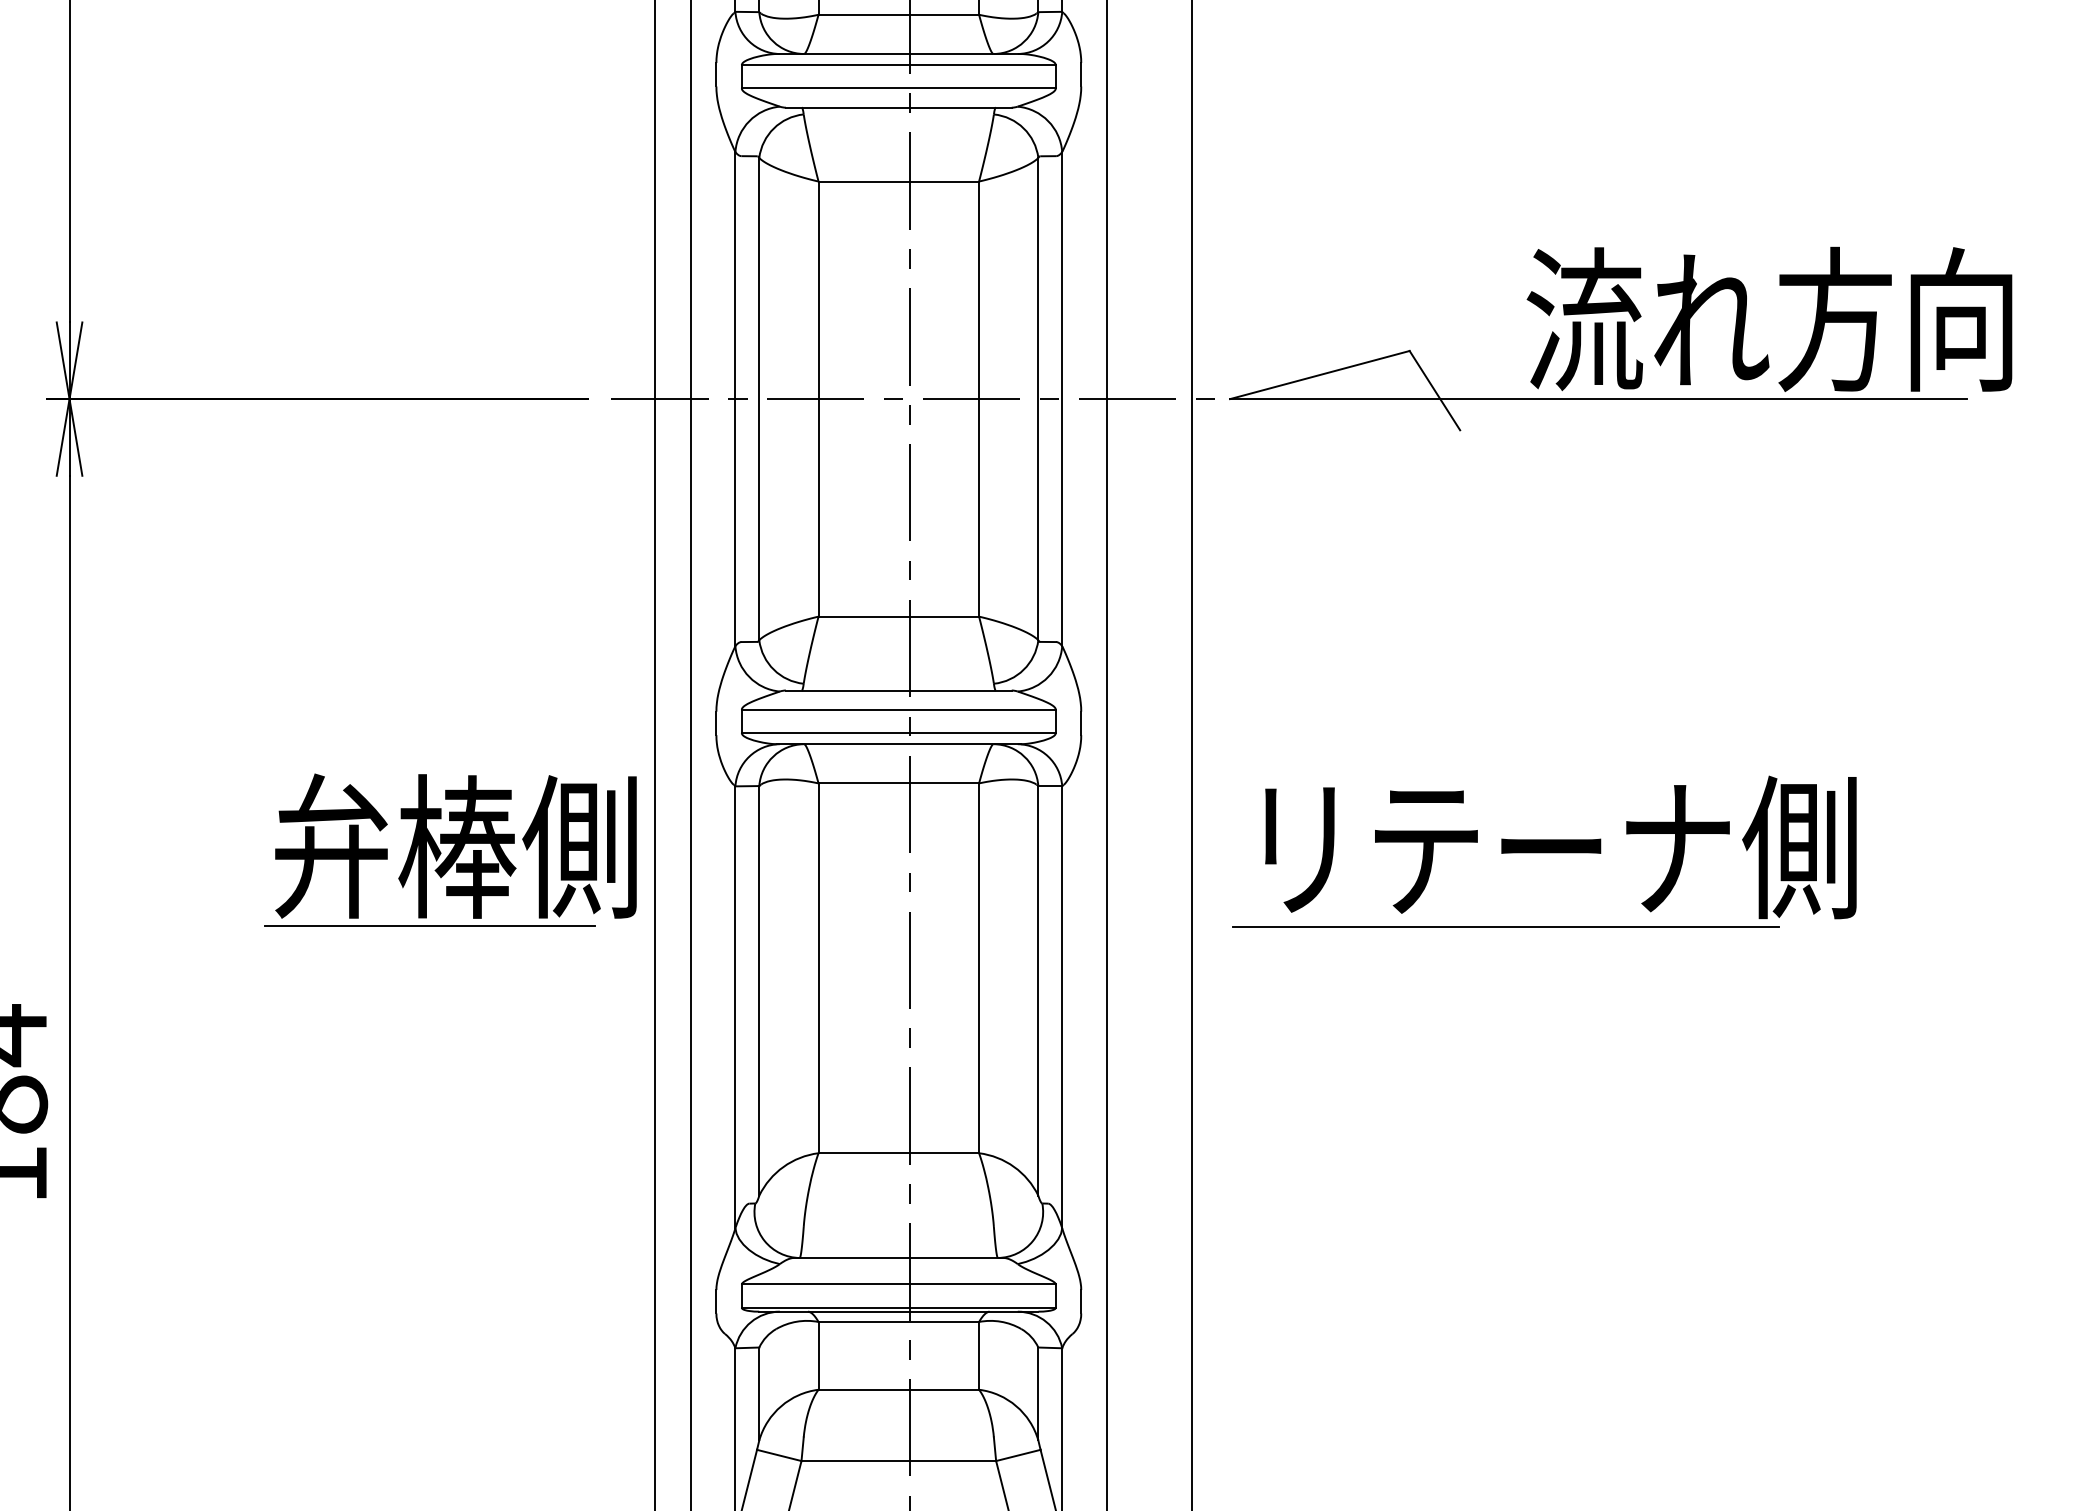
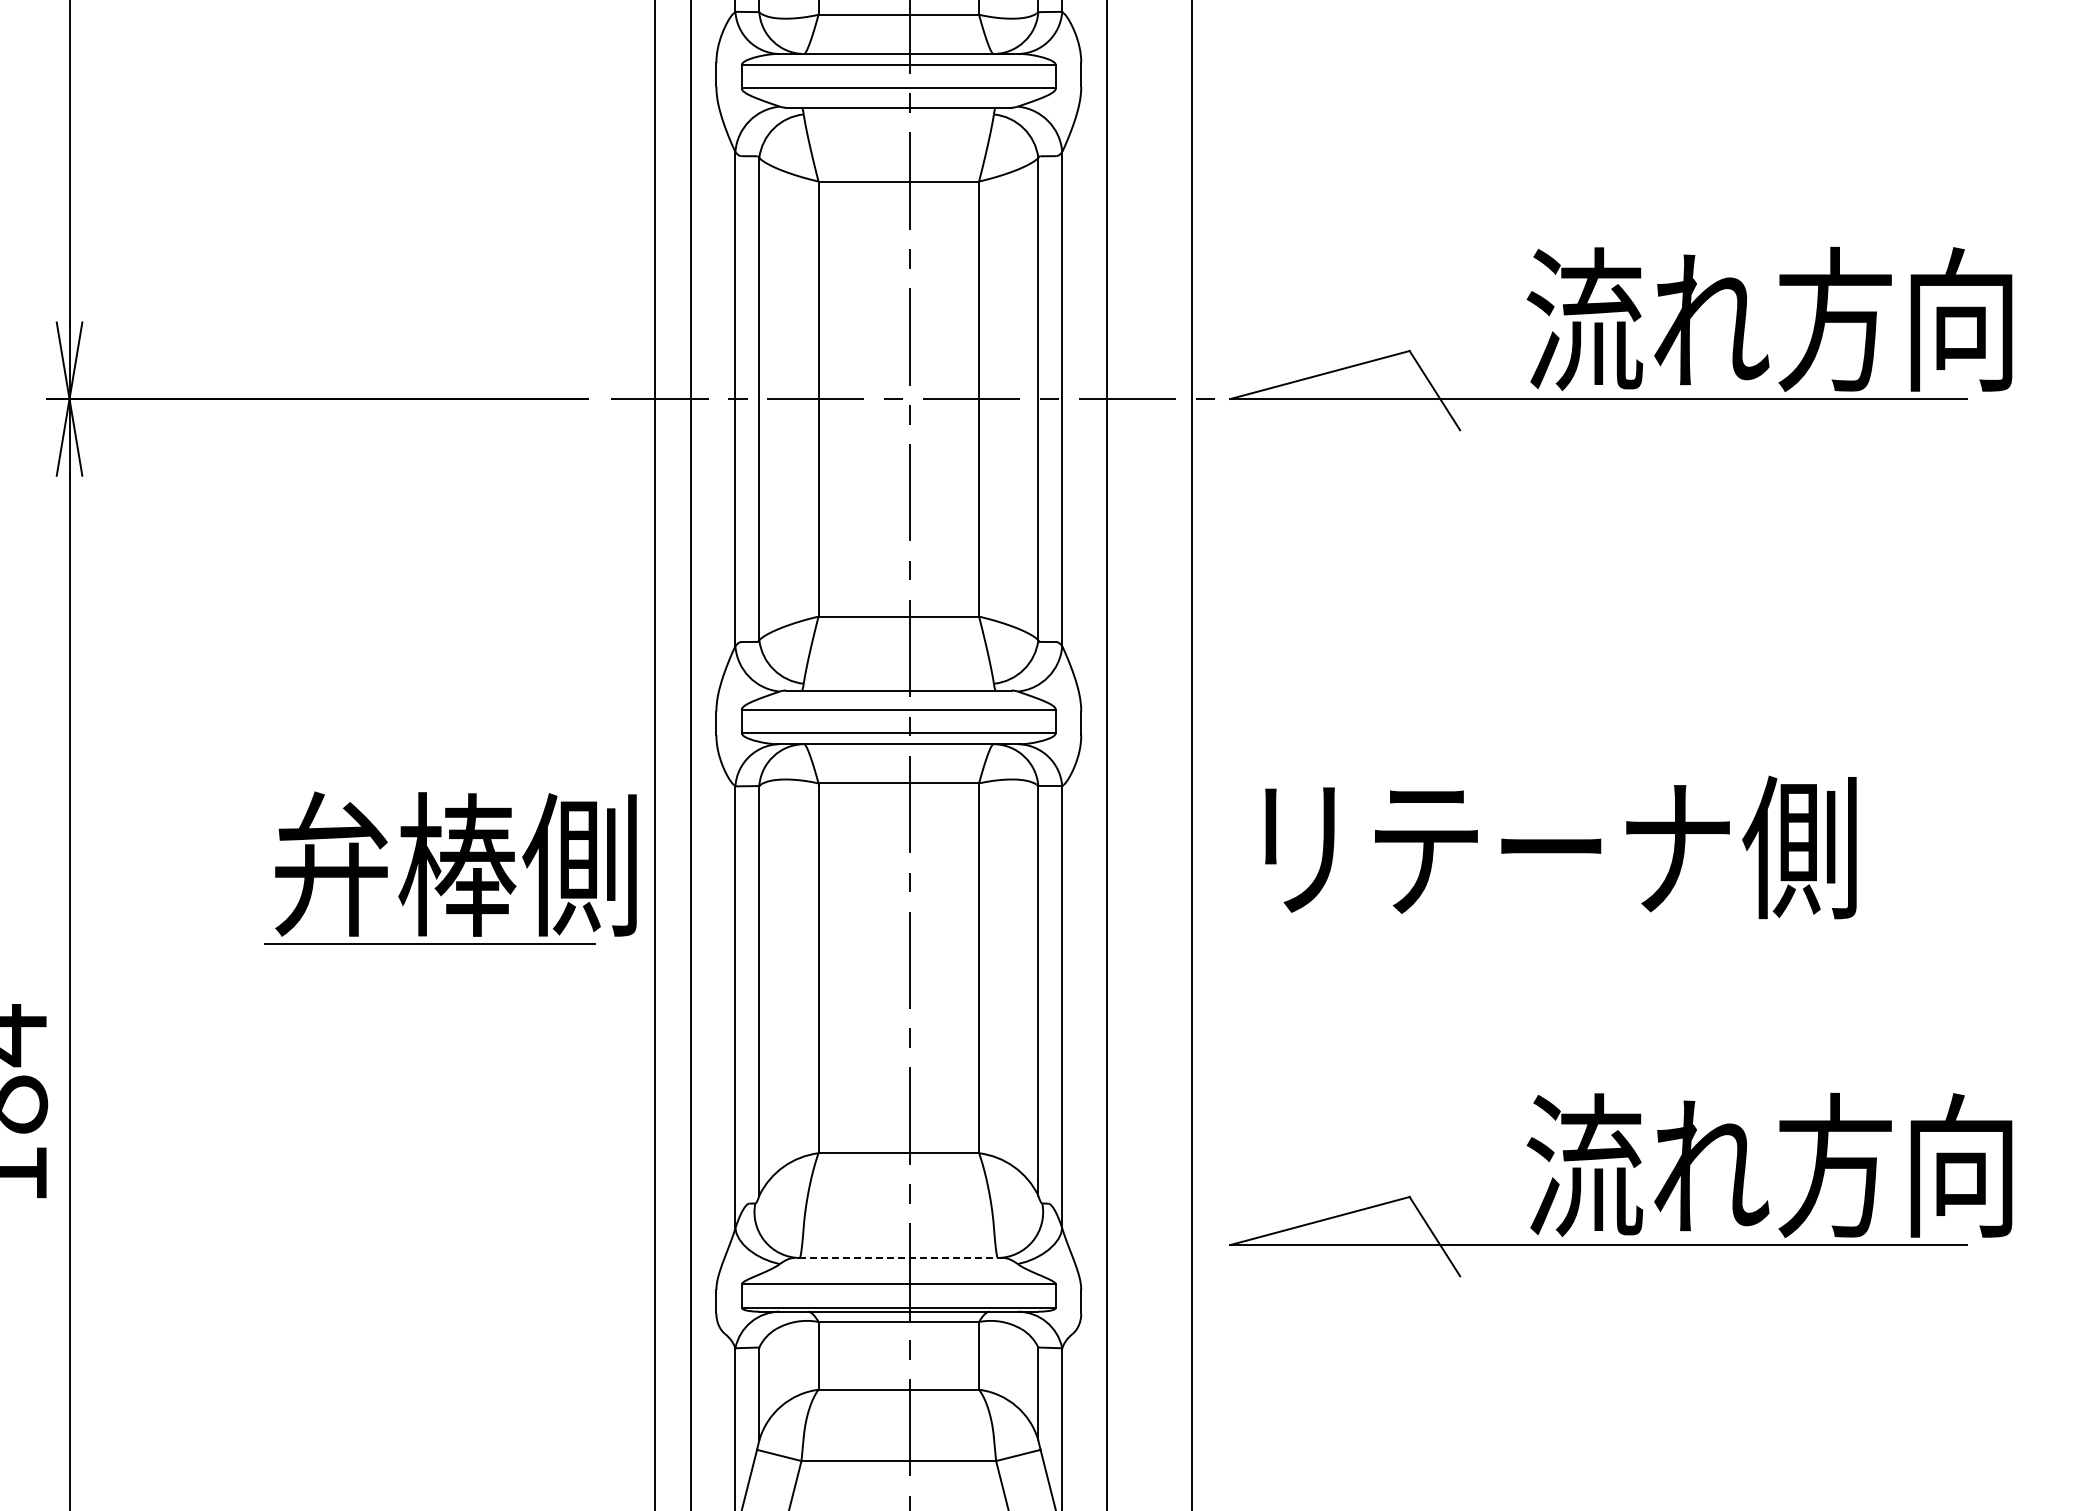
part at (450, 849) position: (450, 849) -> (450, 867)
line at (1505, 926): present -> none
part at (1620, 1184): none -> present
line at (898, 1258): solid -> dashed
